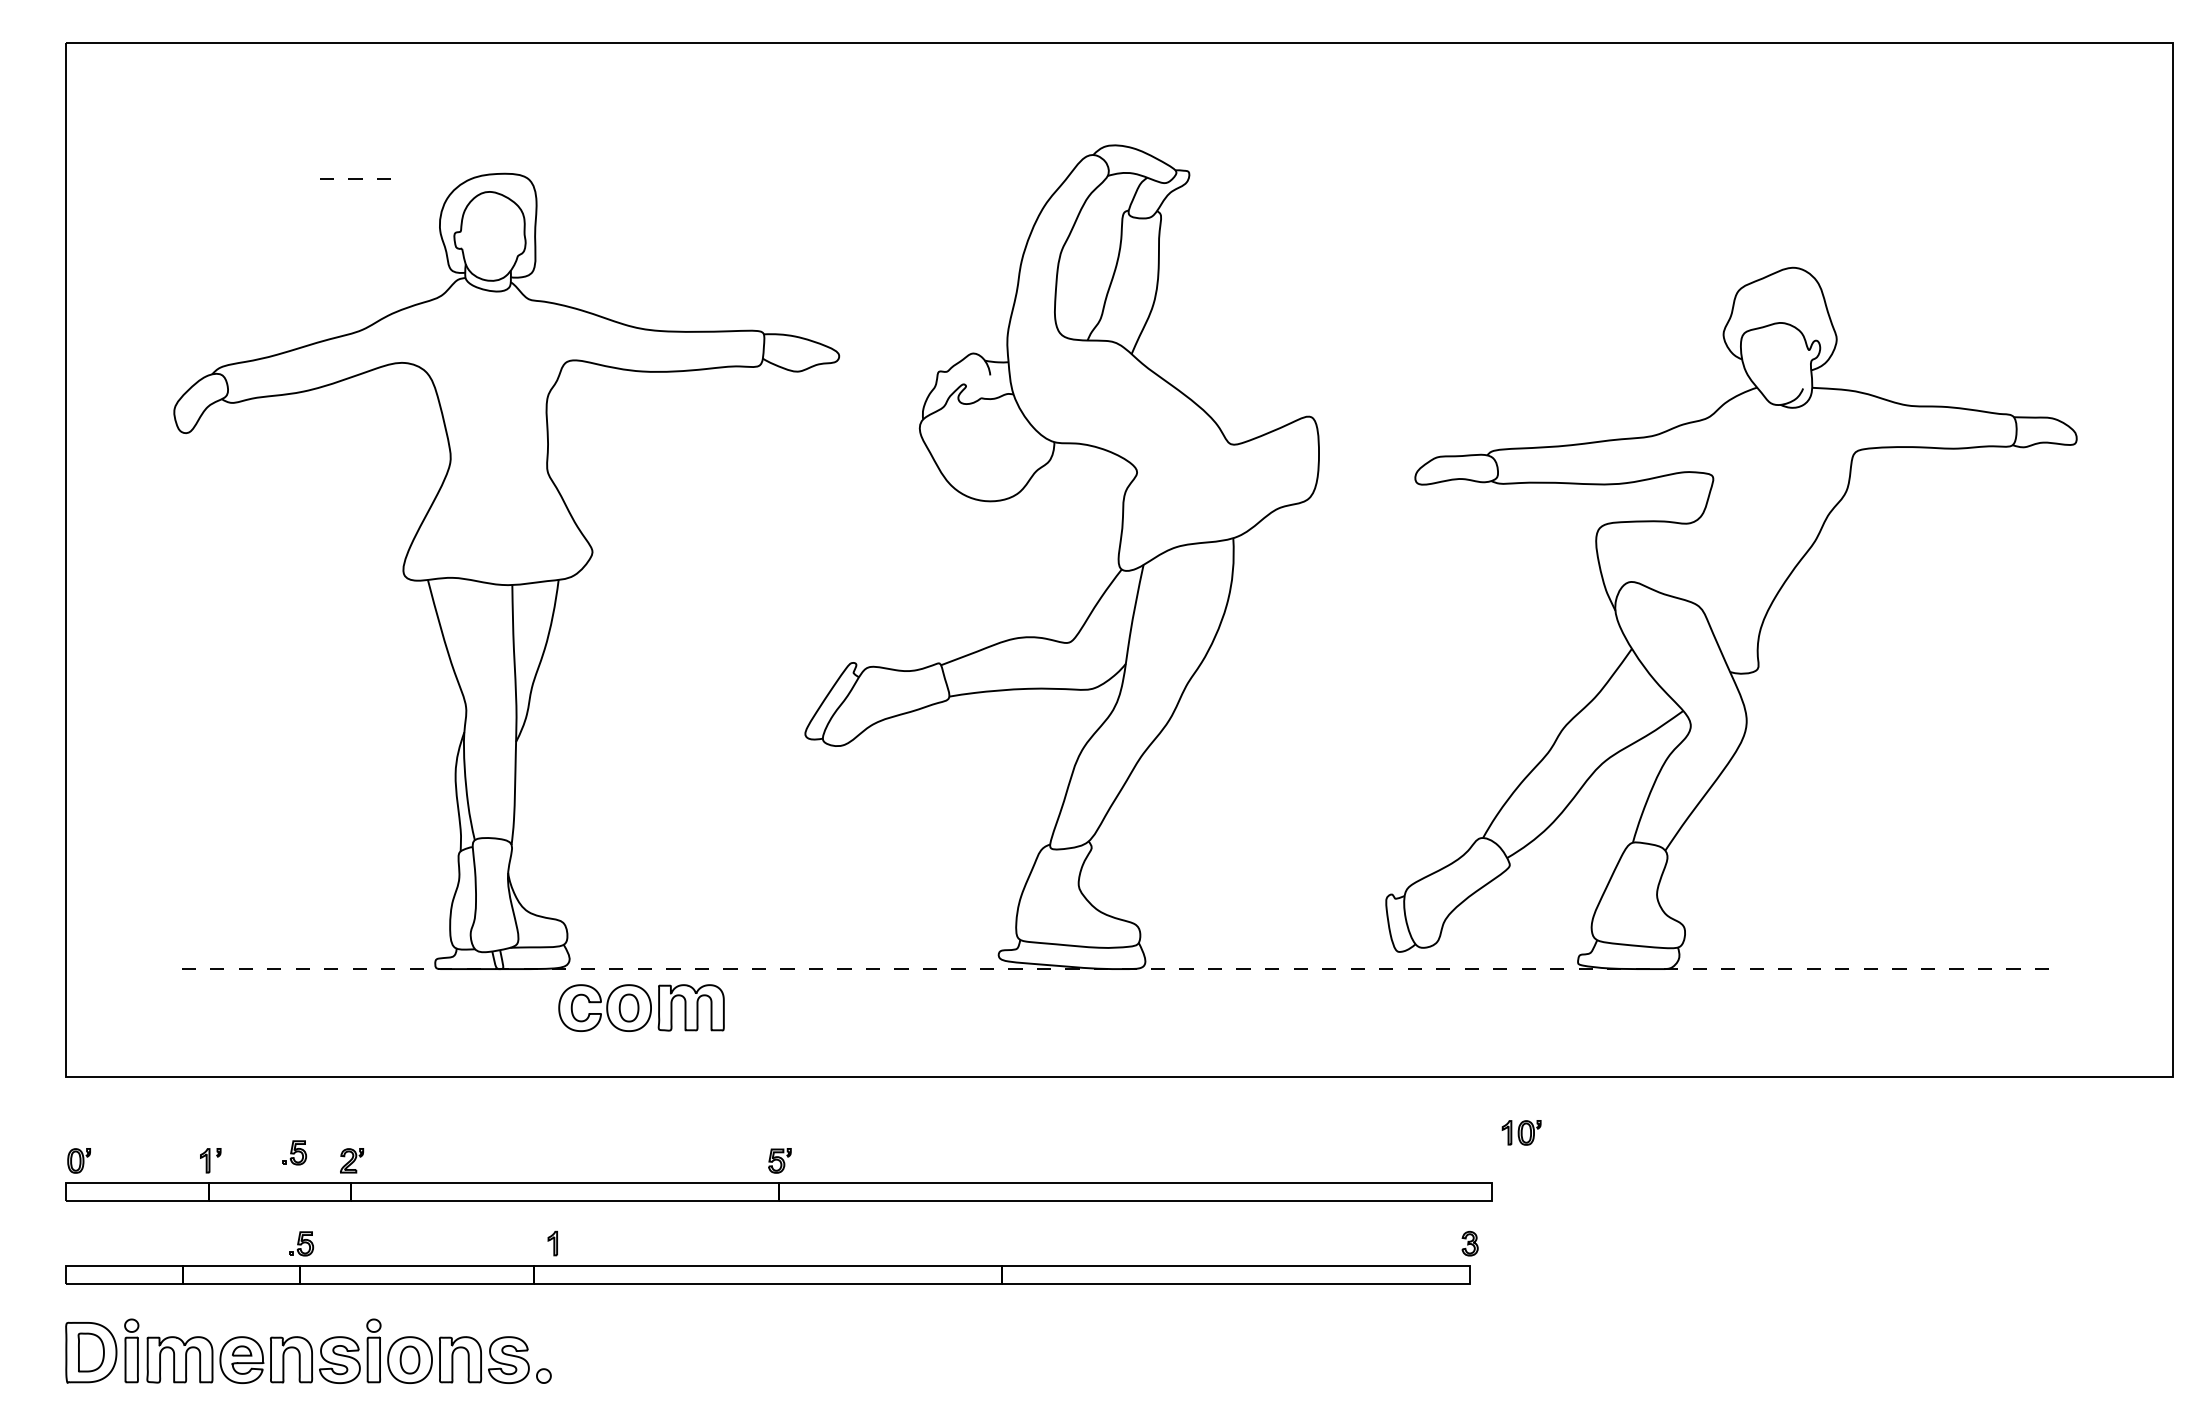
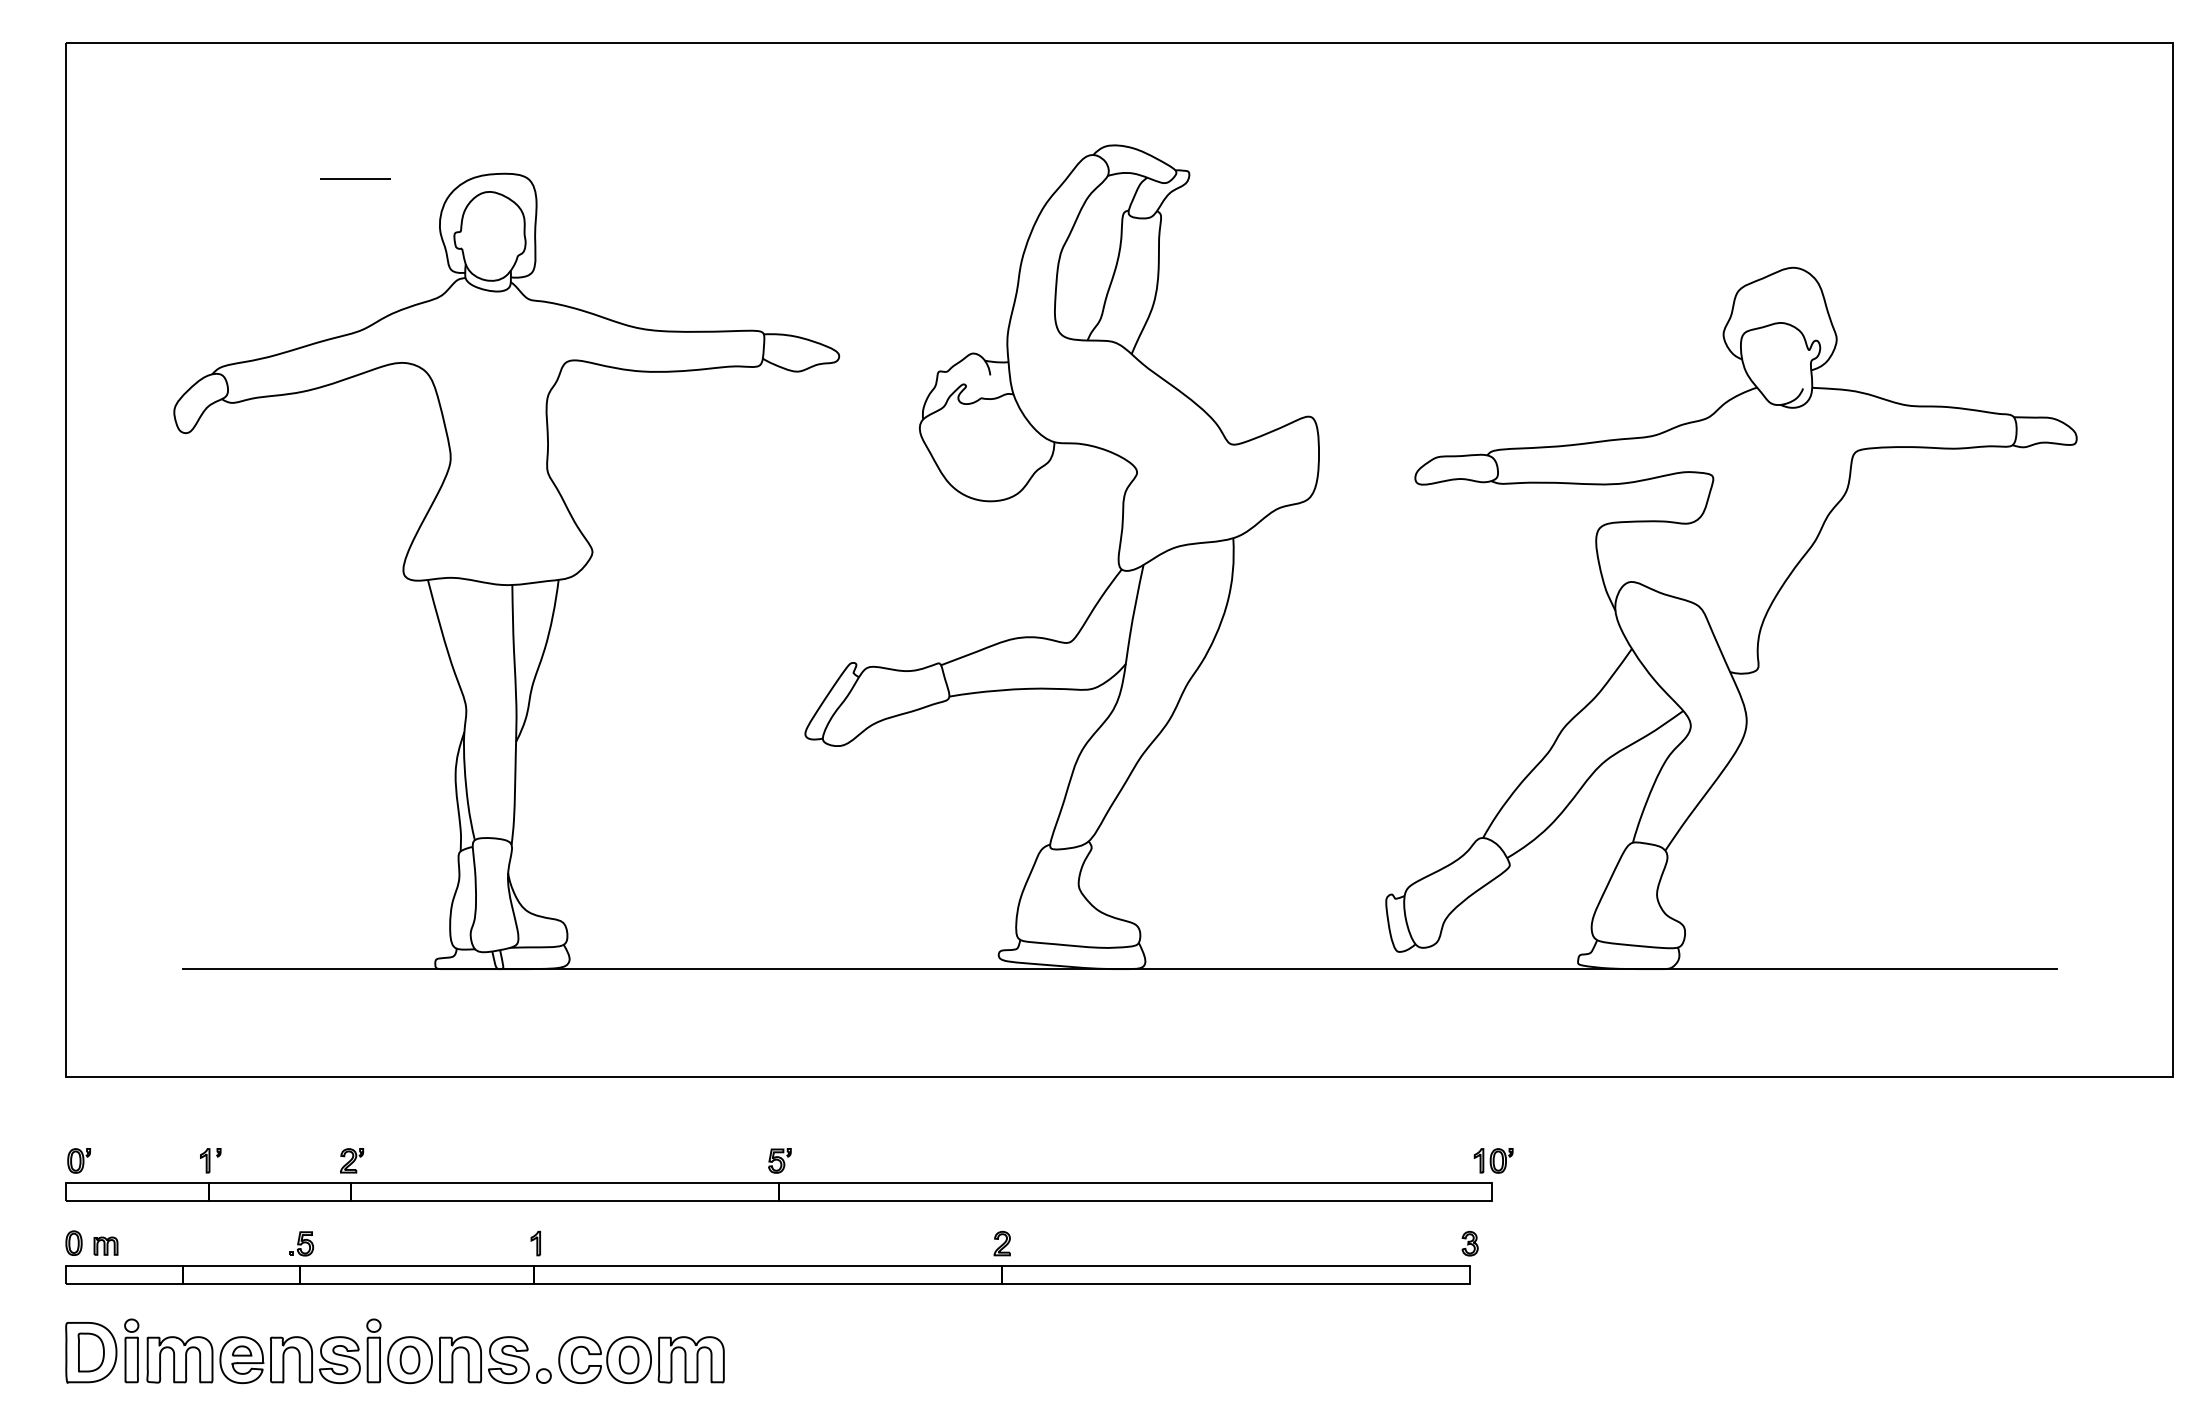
line at (355, 179): dashed -> solid
line at (1120, 969): dashed -> solid
part at (641, 1007) position: (641, 1007) -> (641, 1359)
part at (1521, 1132) position: (1521, 1132) -> (1493, 1160)
part at (294, 1152): present -> none
part at (73, 1242): none -> present
part at (552, 1243) position: (552, 1243) -> (535, 1243)
part at (1001, 1243): none -> present
part at (105, 1245): none -> present
